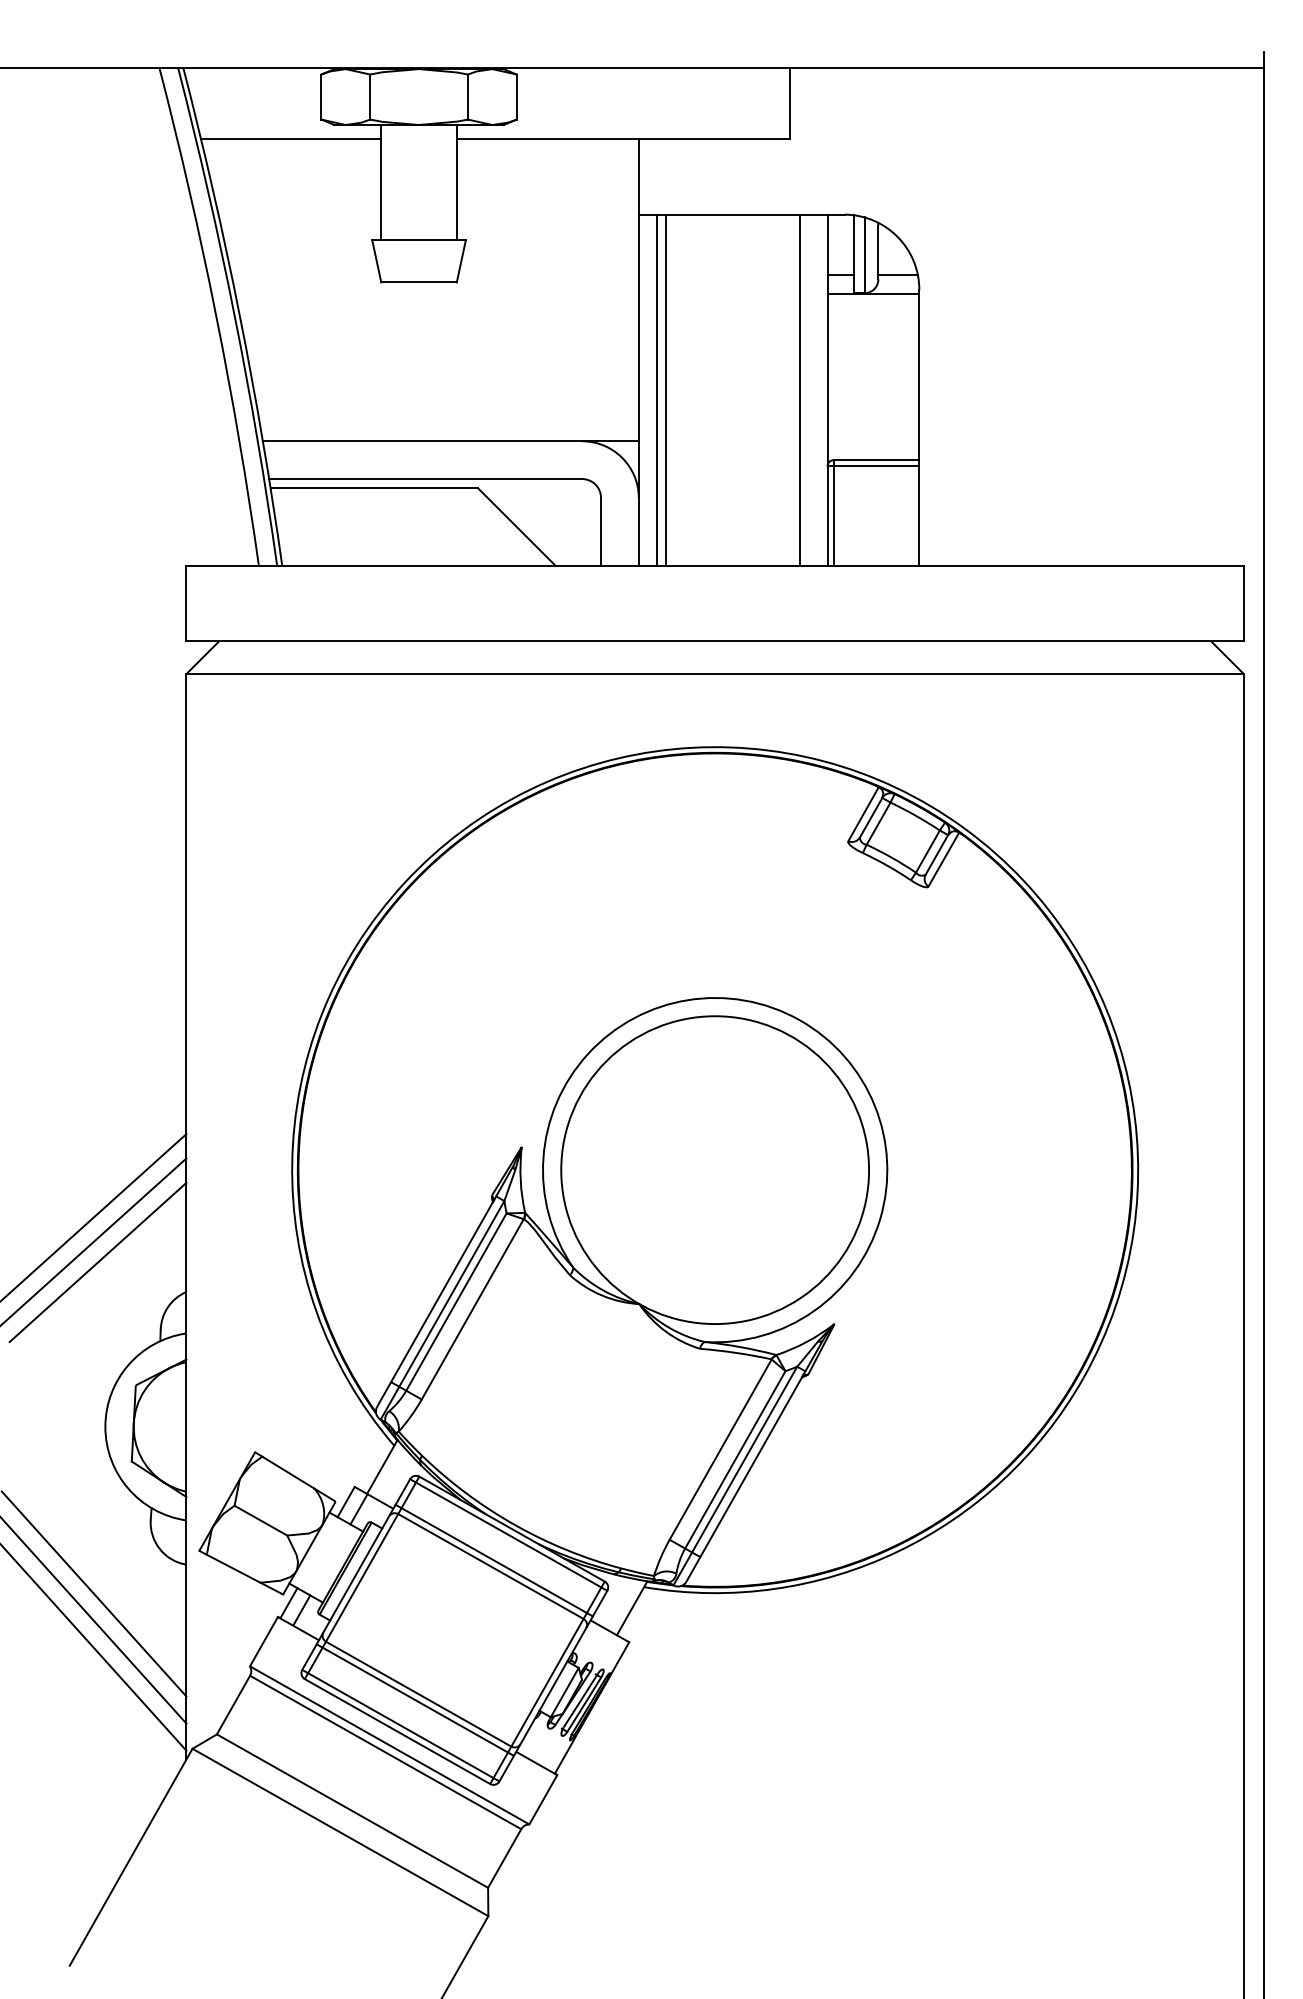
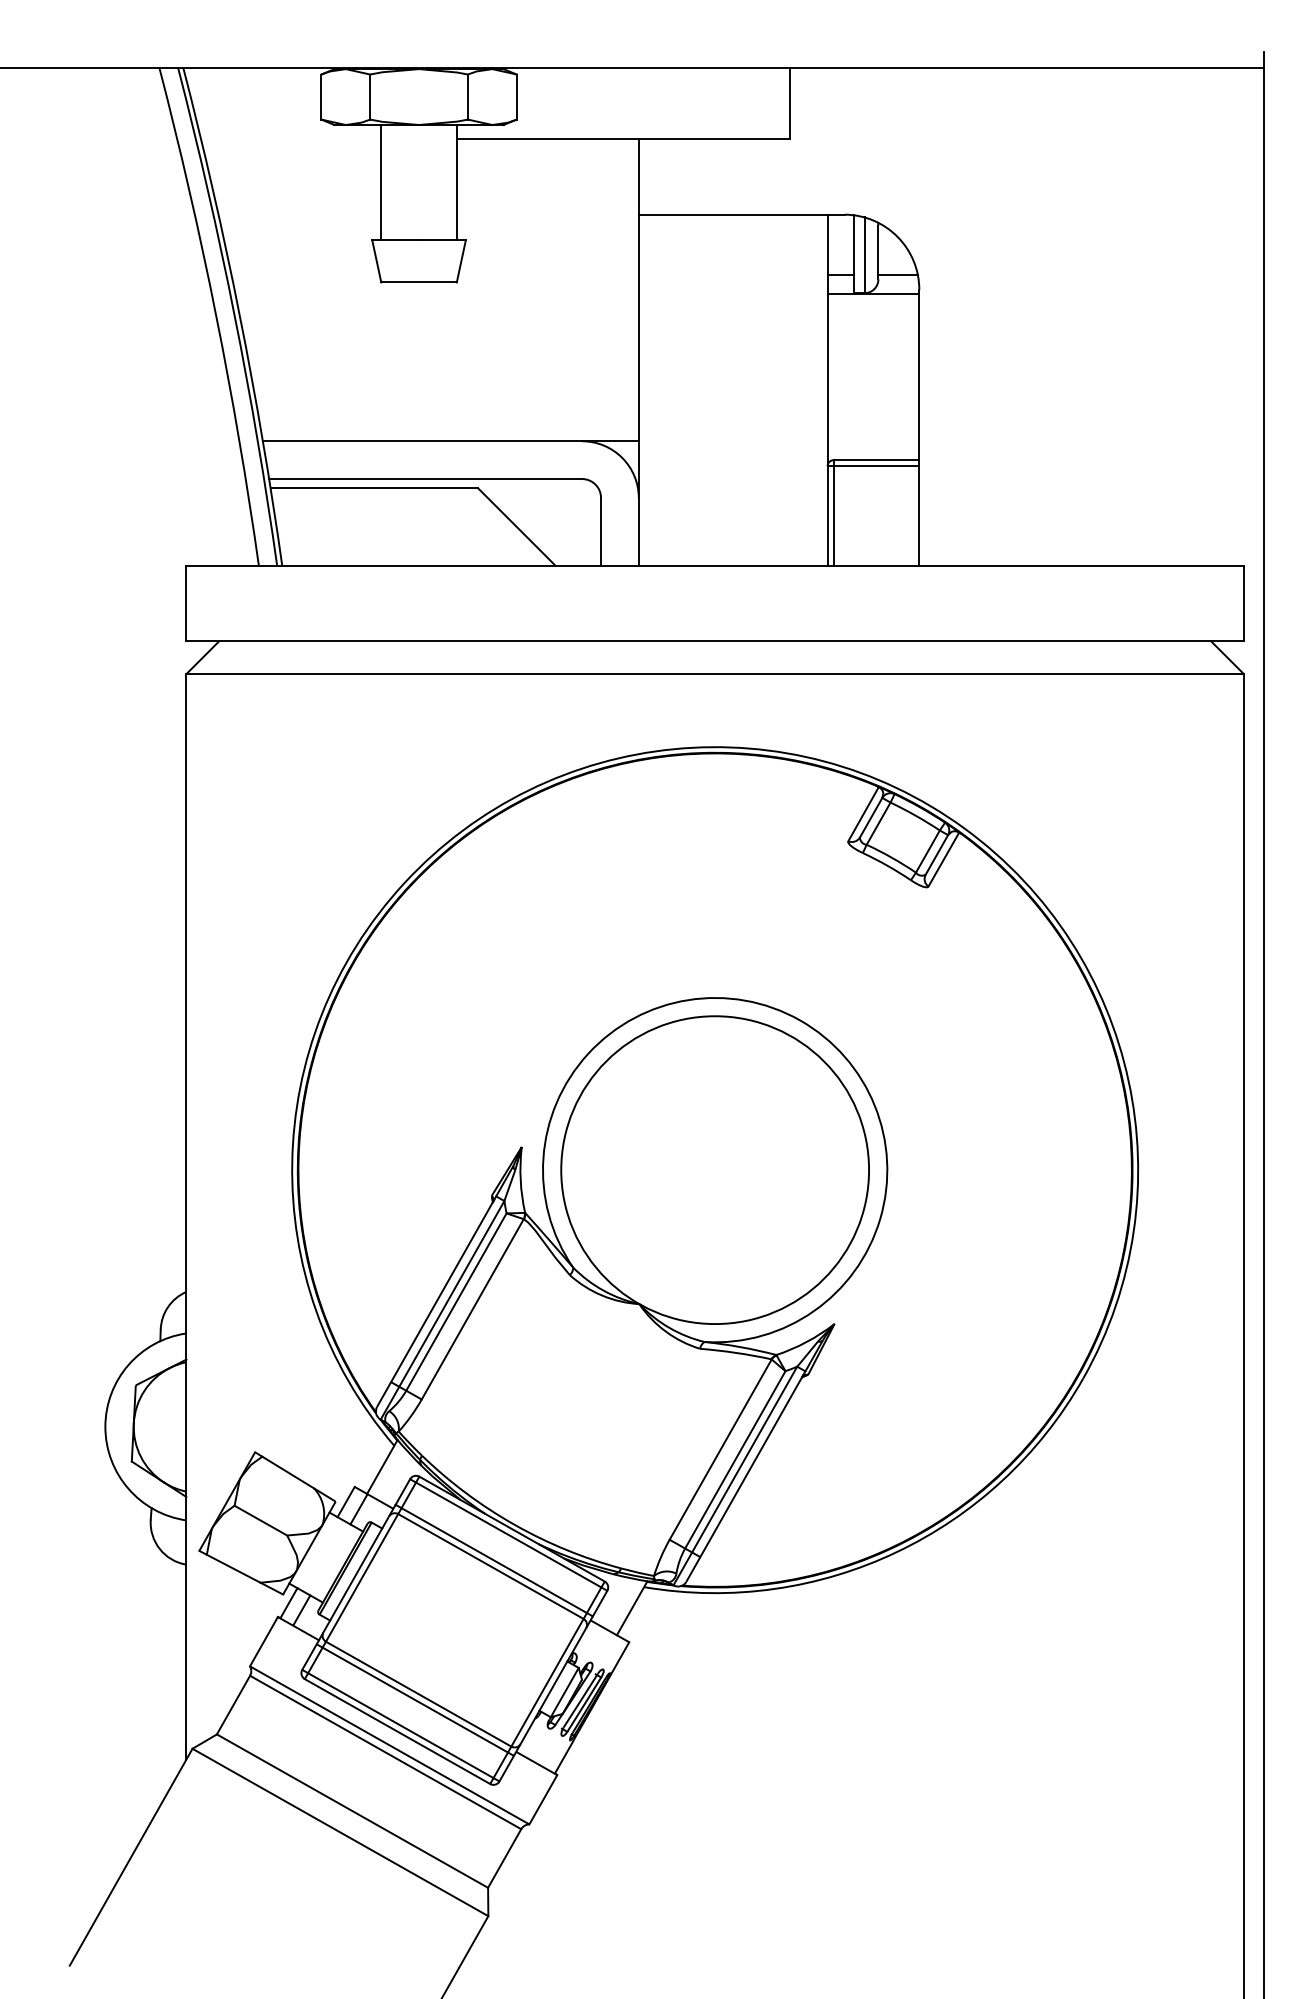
line at (291, 139): present -> none
line at (656, 389): present -> none
line at (666, 389): present -> none
line at (800, 389): present -> none
line at (94, 1216): present -> none
line at (94, 1241): present -> none
line at (97, 1262): present -> none
line at (94, 1594): present -> none
line at (94, 1621): present -> none
line at (94, 1648): present -> none
